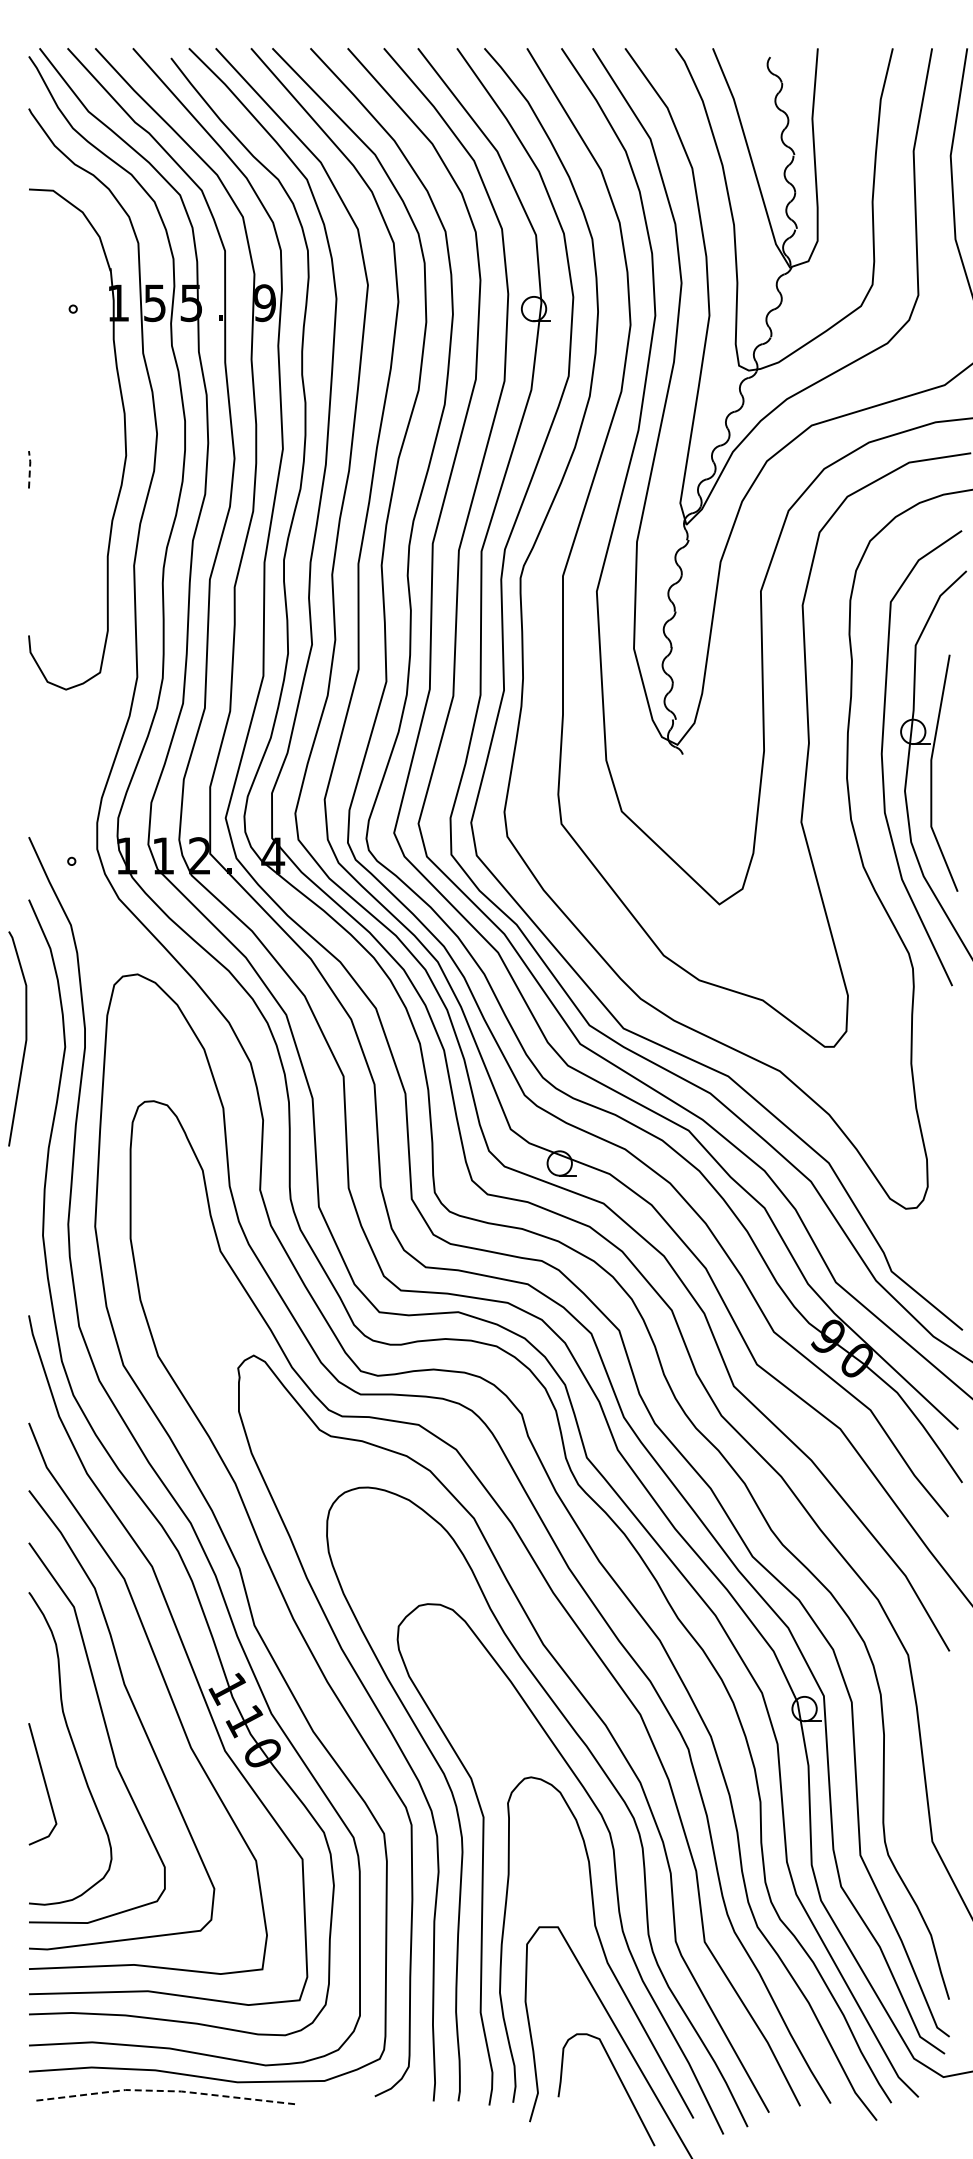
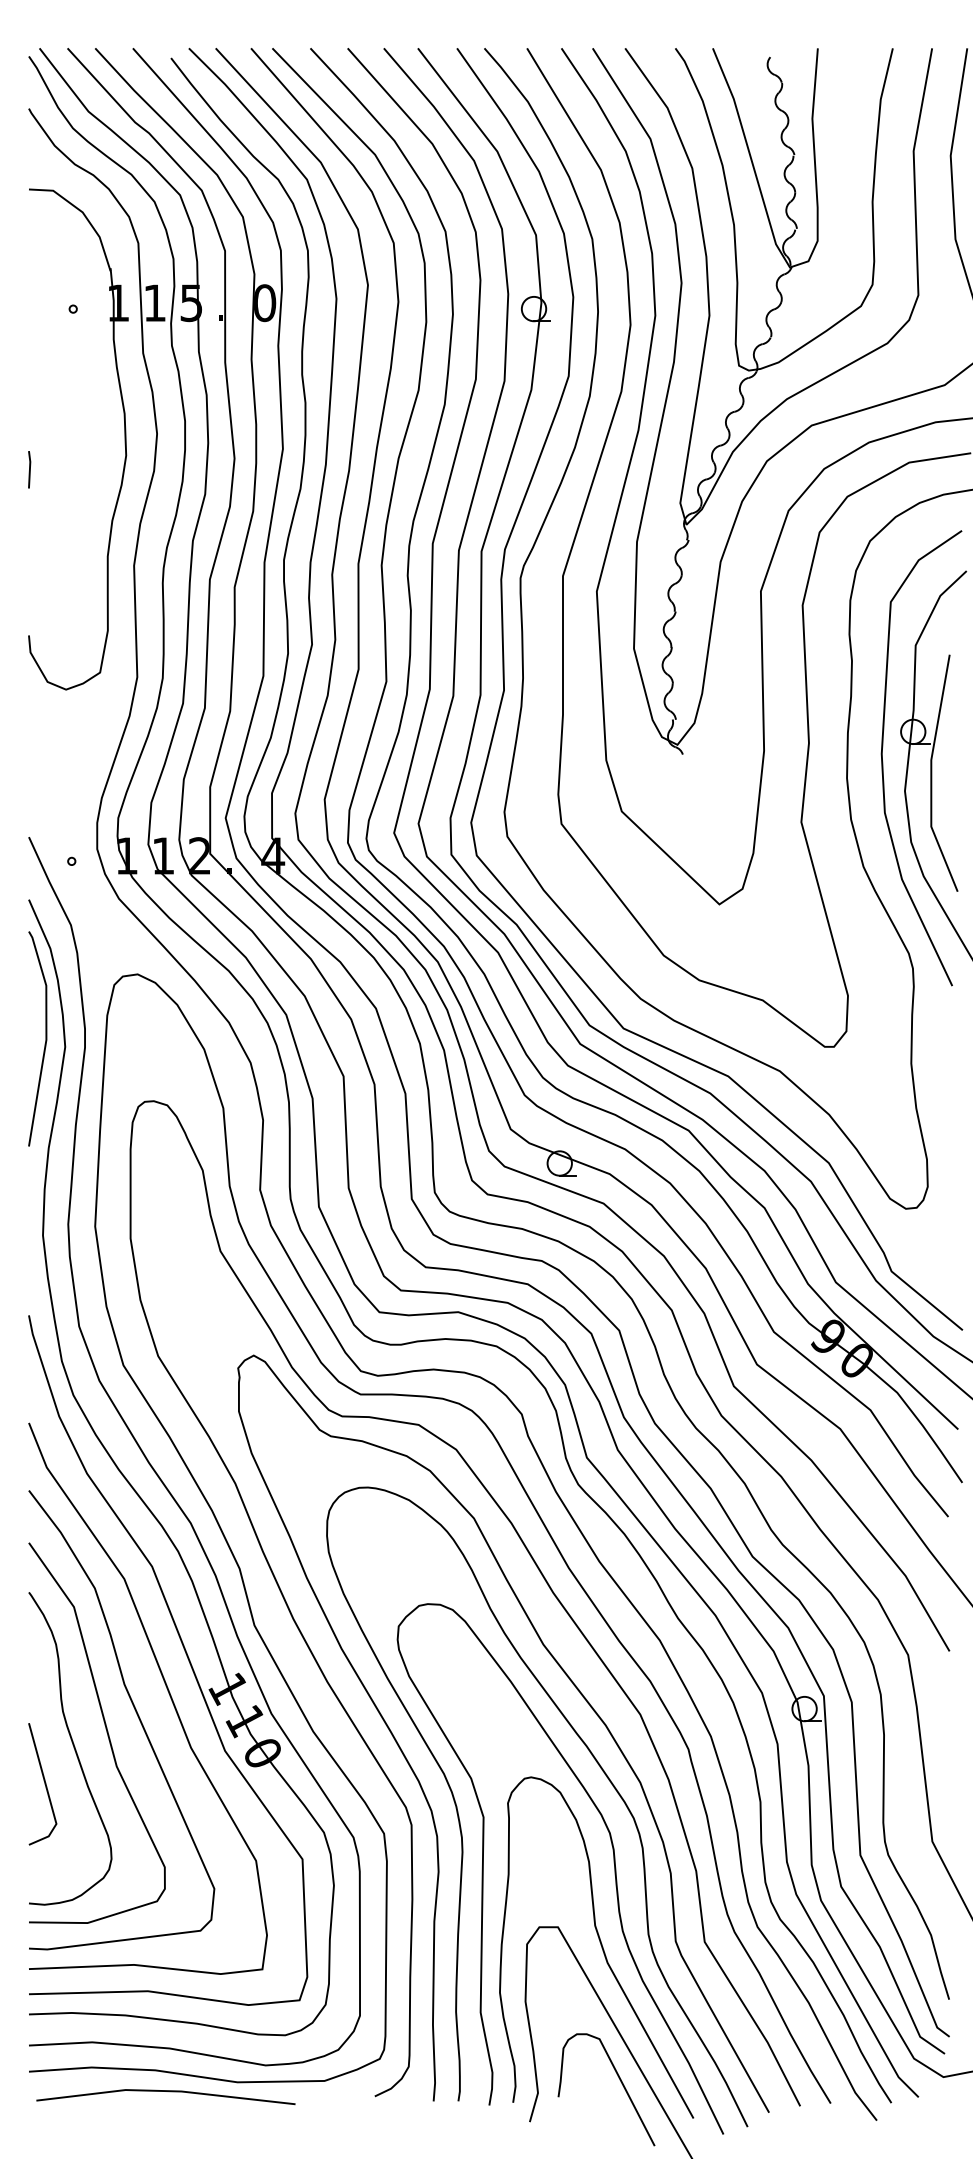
text at (154, 303): 5 -> 1
text at (265, 303): 9 -> 0
line at (29, 468): dashed -> solid
line at (25, 1038) position: (25, 1038) -> (45, 1038)
line at (166, 2091): dashed -> solid
